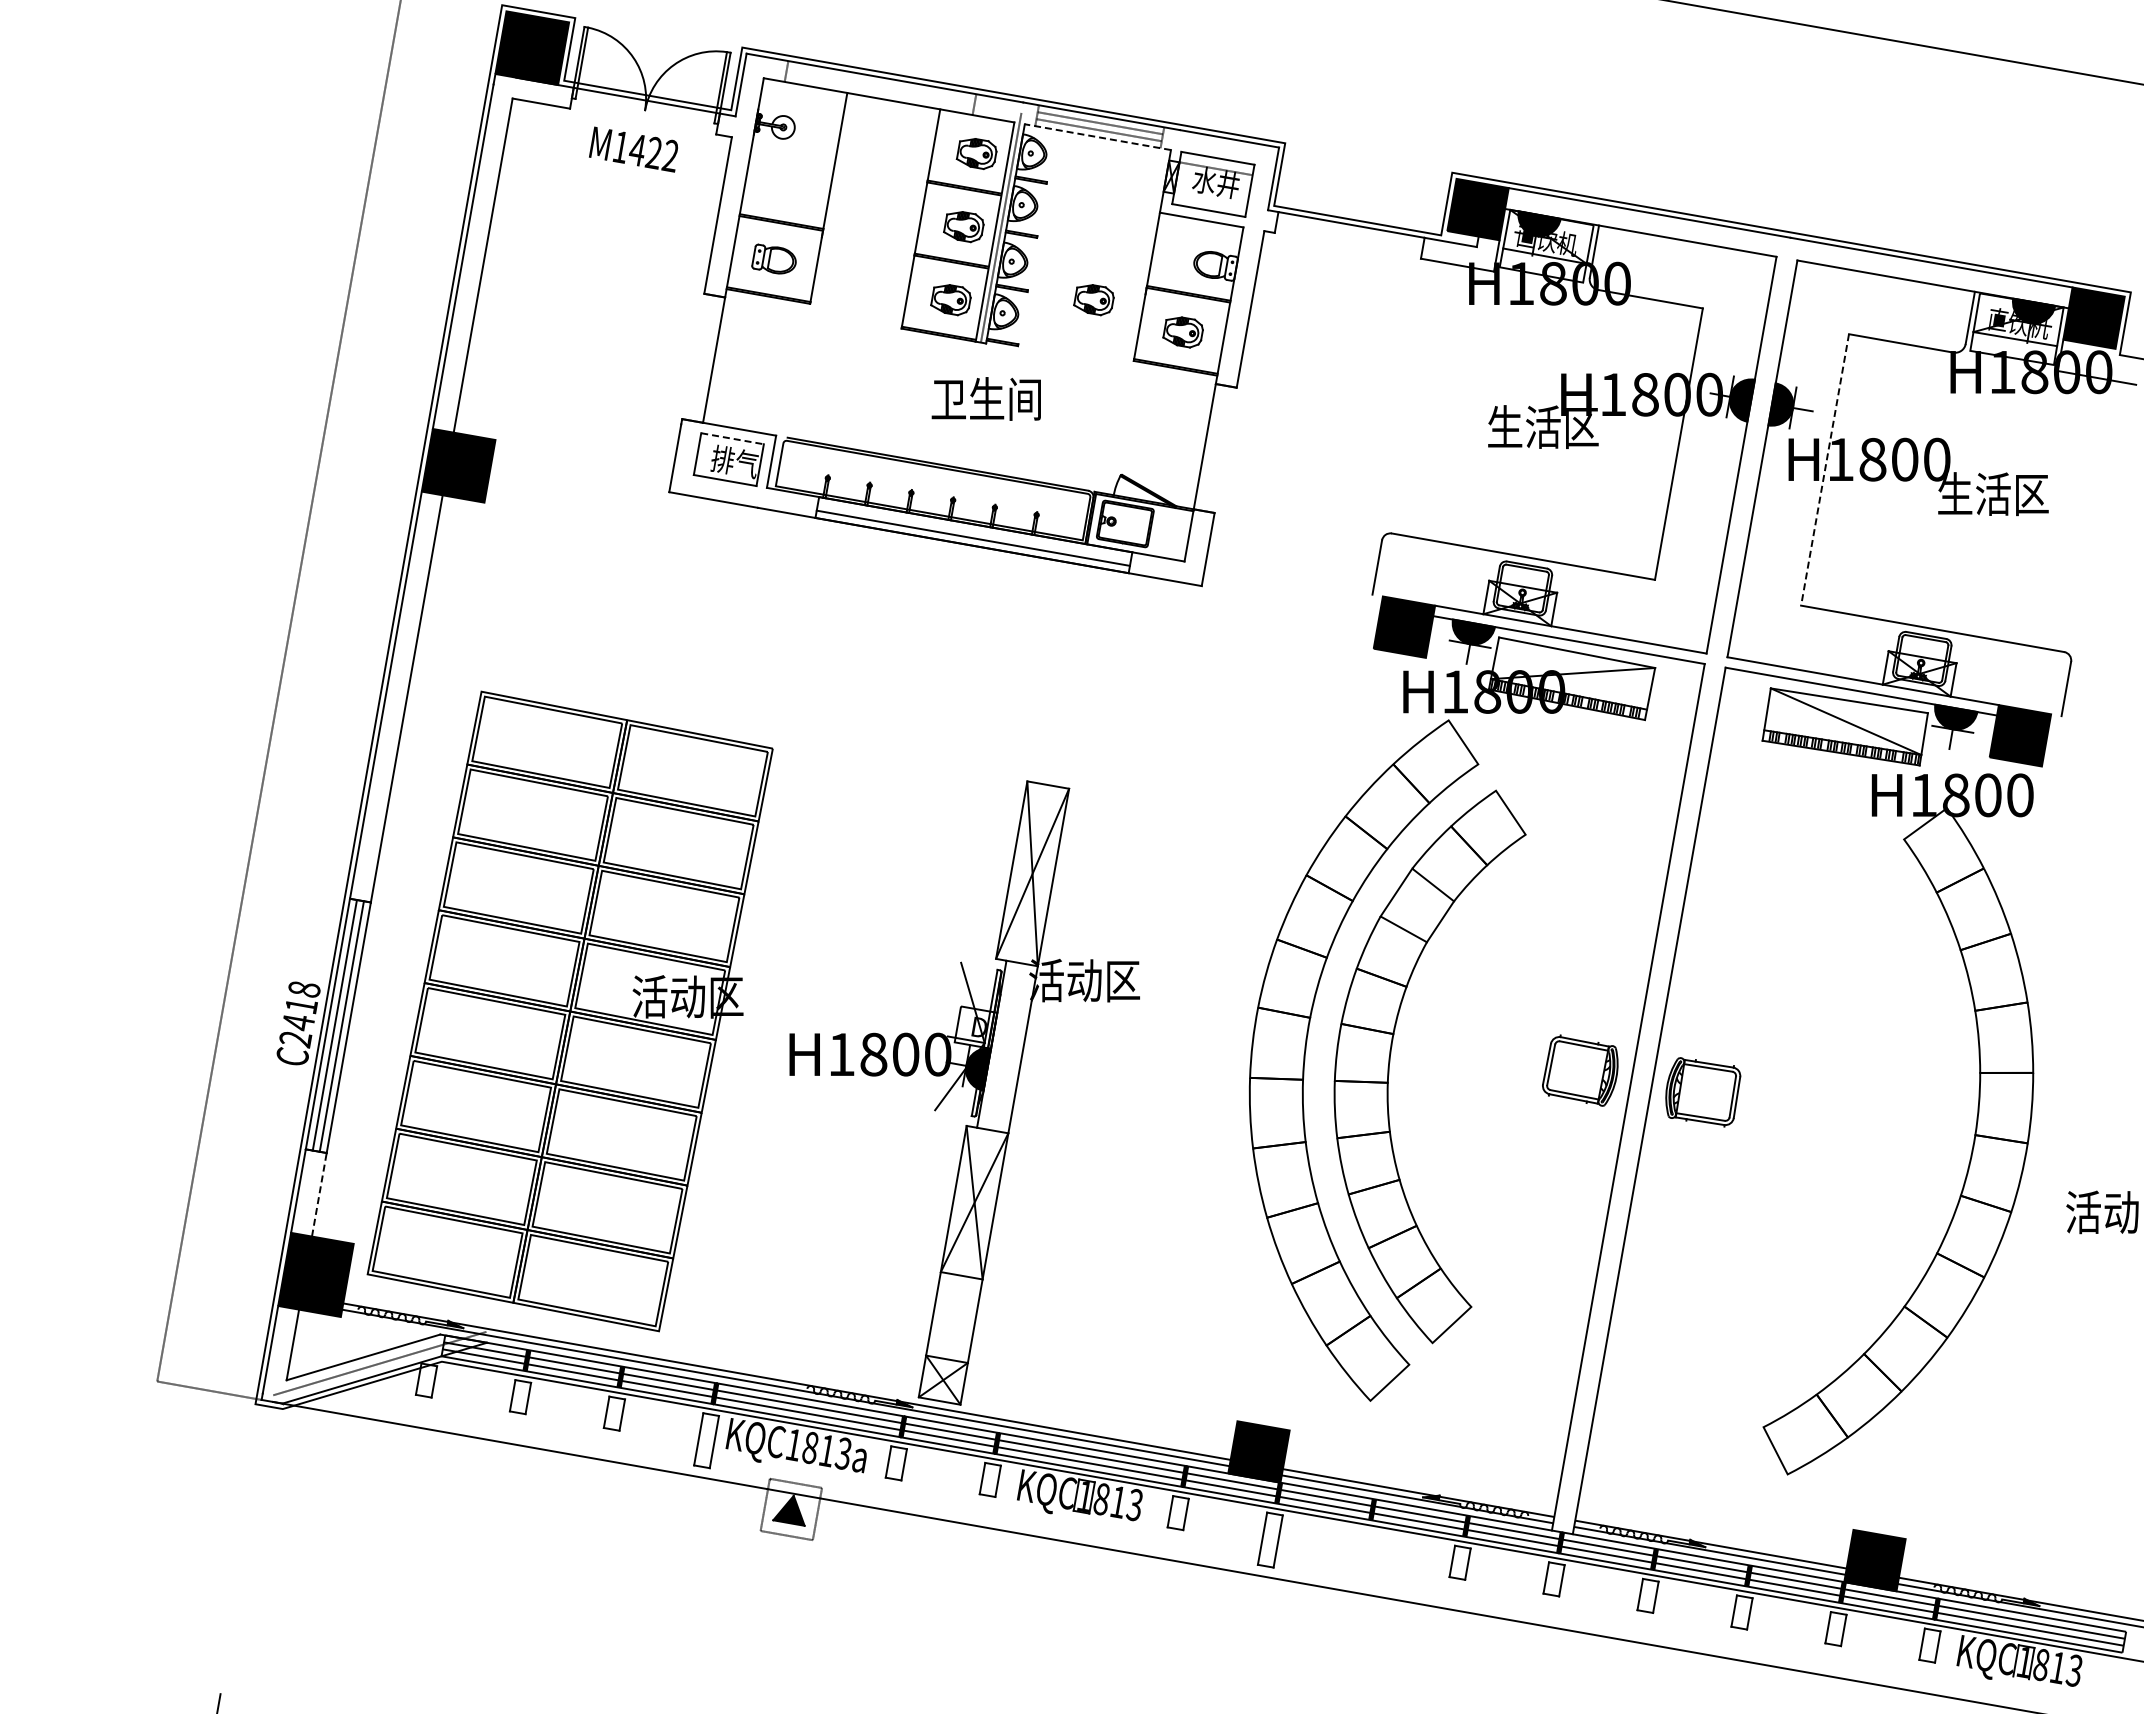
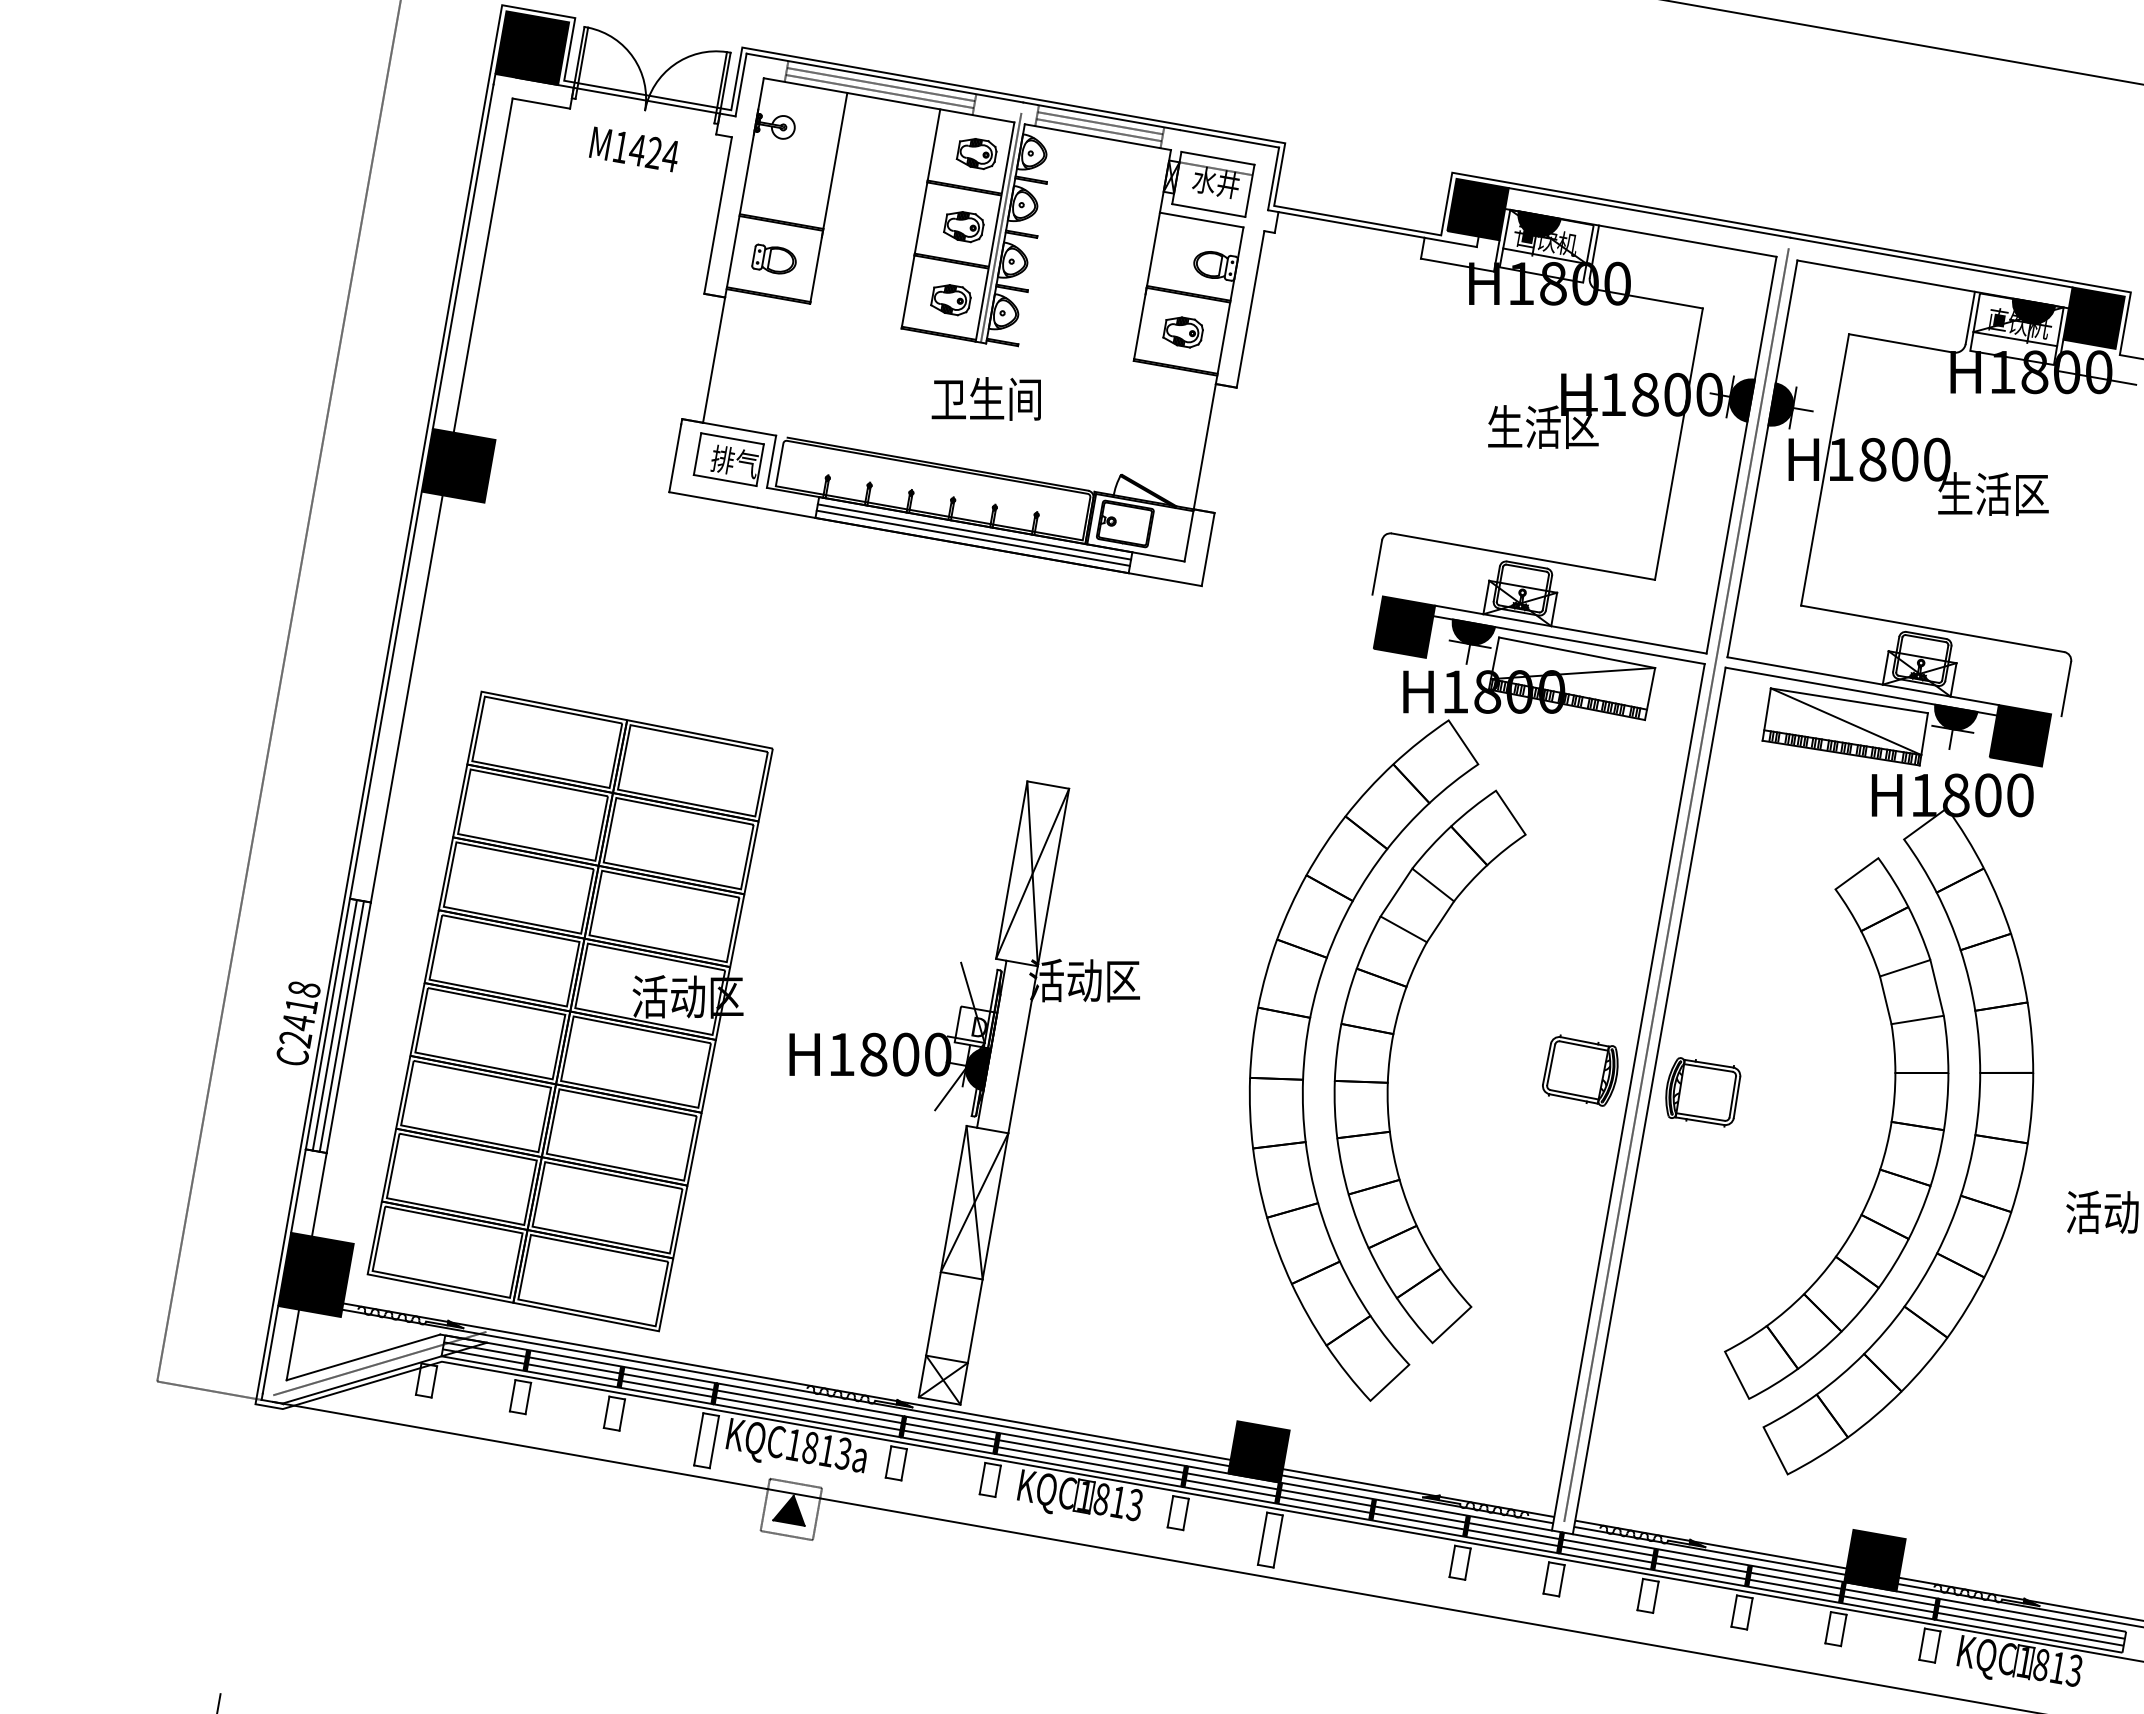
line at (881, 84): none -> present
line at (879, 91): none -> present
line at (1097, 137): dashed -> solid
text at (669, 155): M1422 -> M1424
part at (1093, 300): present -> none
line at (732, 438): dashed -> solid
line at (1825, 469): dashed -> solid
line at (974, 531): none -> present
line at (1676, 884): none -> present
part at (1887, 1137): none -> present
line at (319, 1194): dashed -> solid
